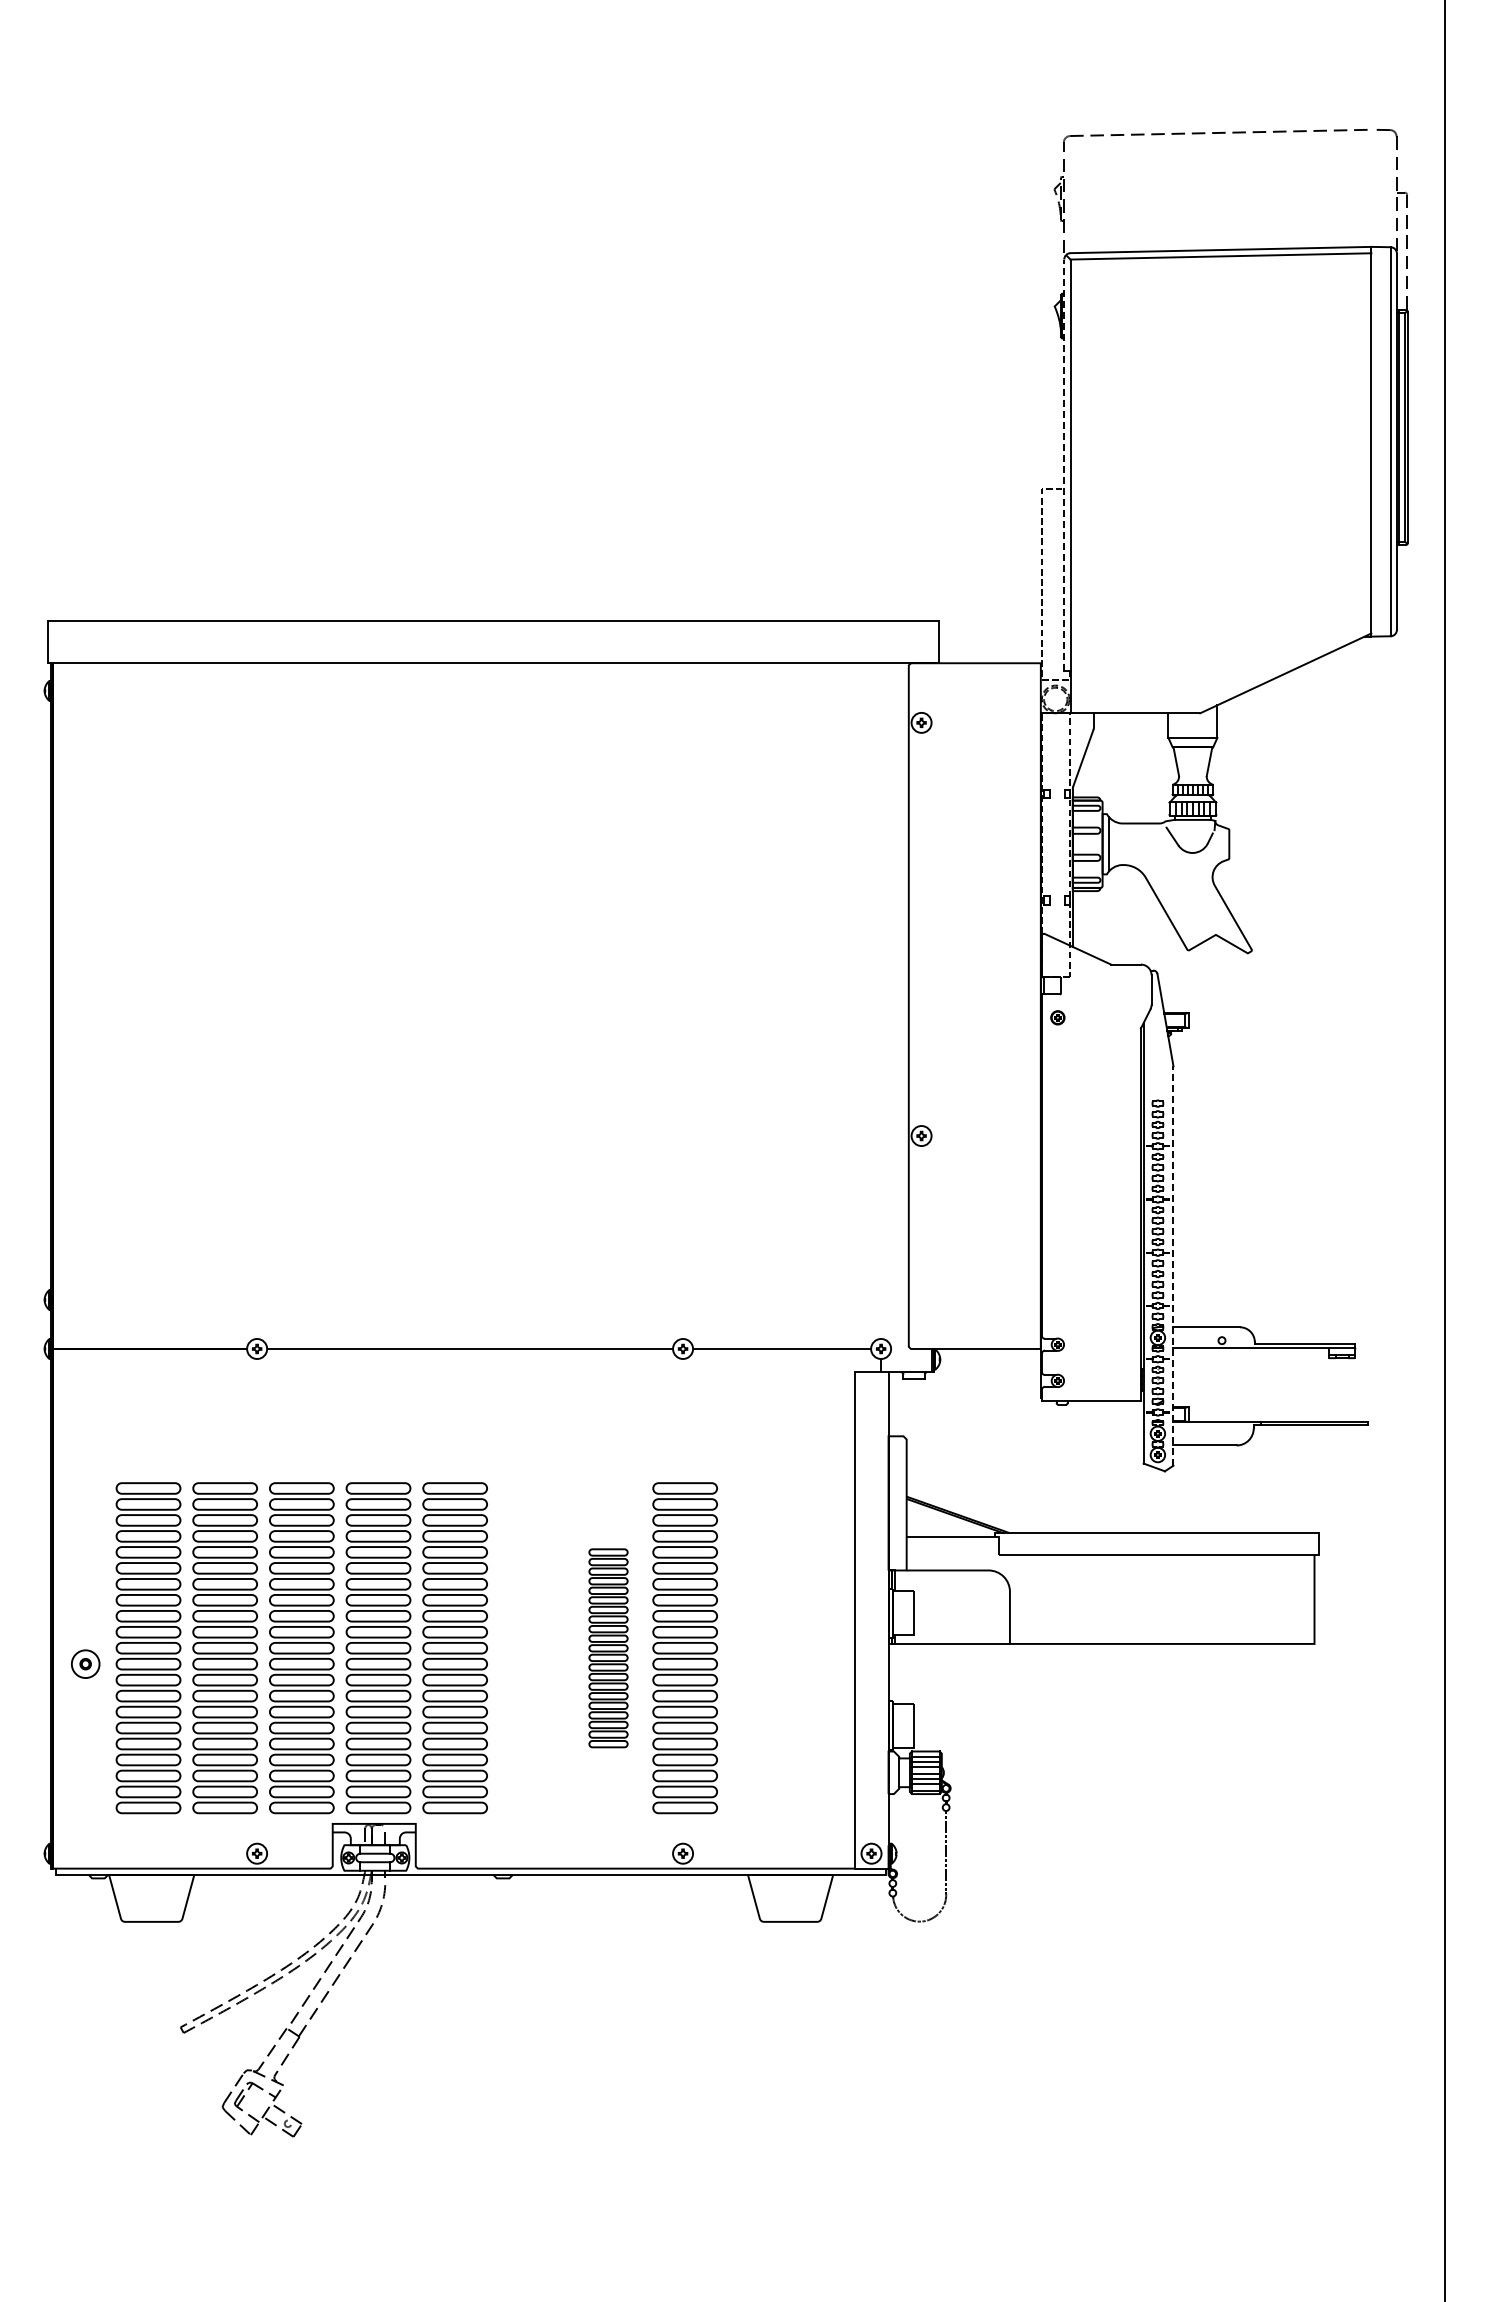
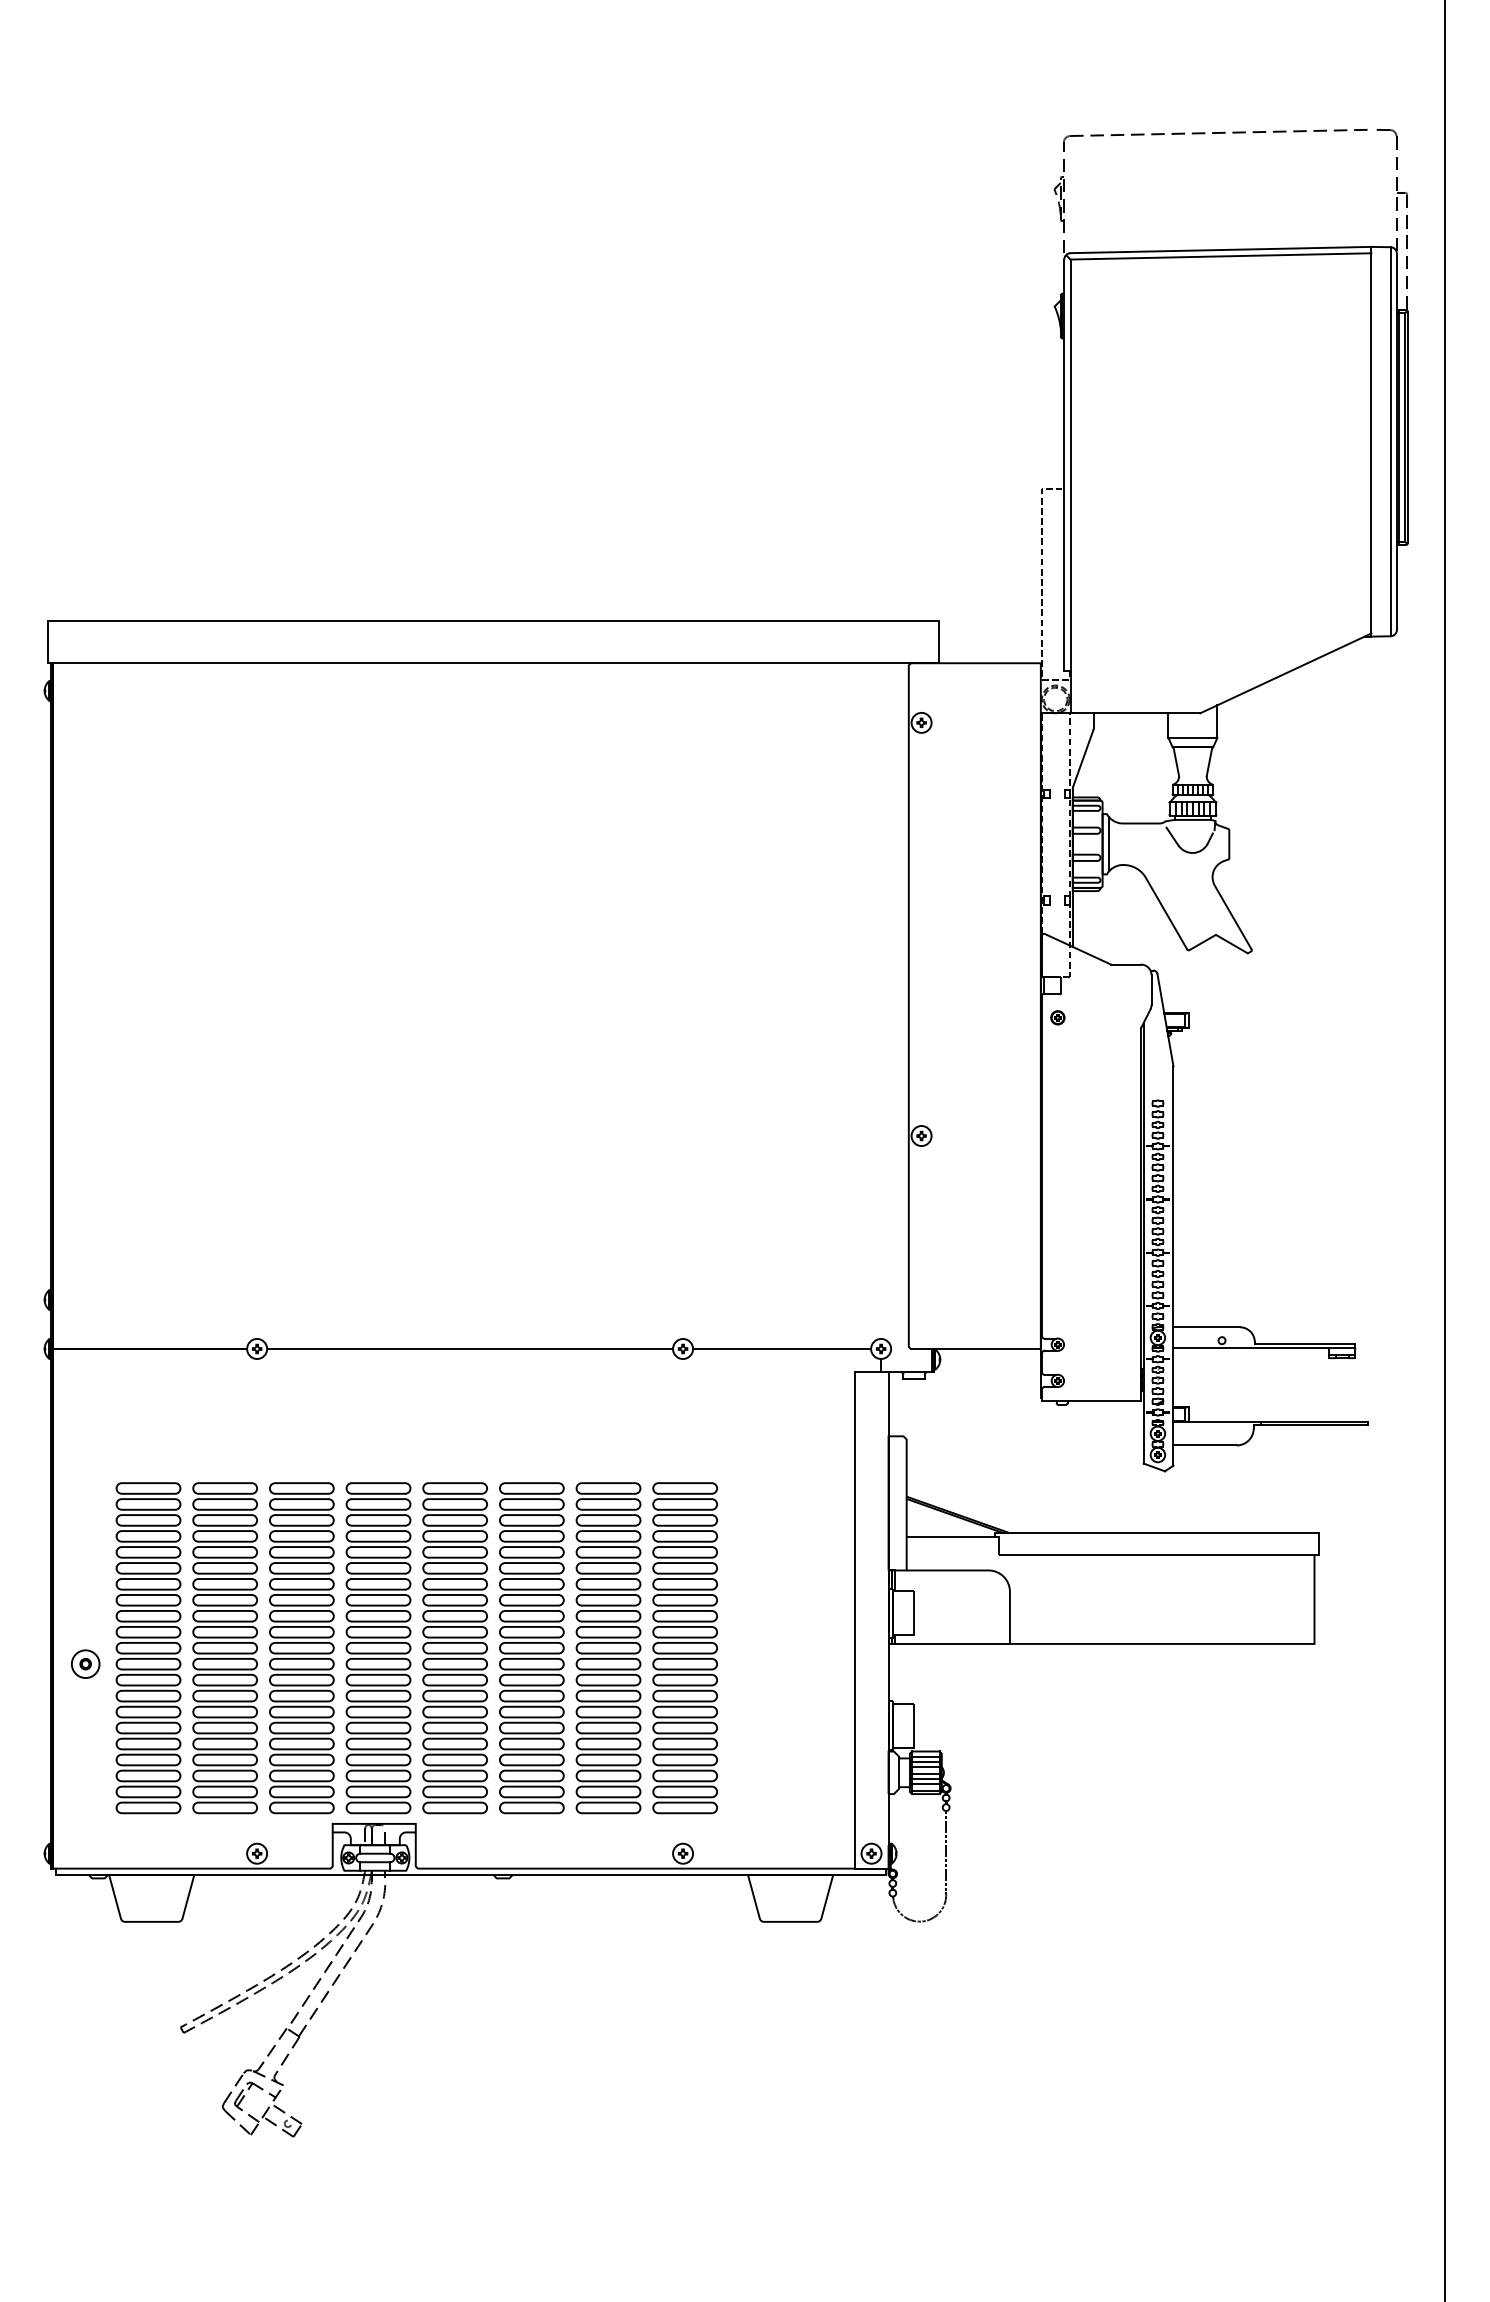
line at (1064, 465): dashed -> solid
line at (1173, 1266): dashed -> solid
part at (531, 1648): none -> present
part at (608, 1648) size: 41x201 px -> 67x333 px
